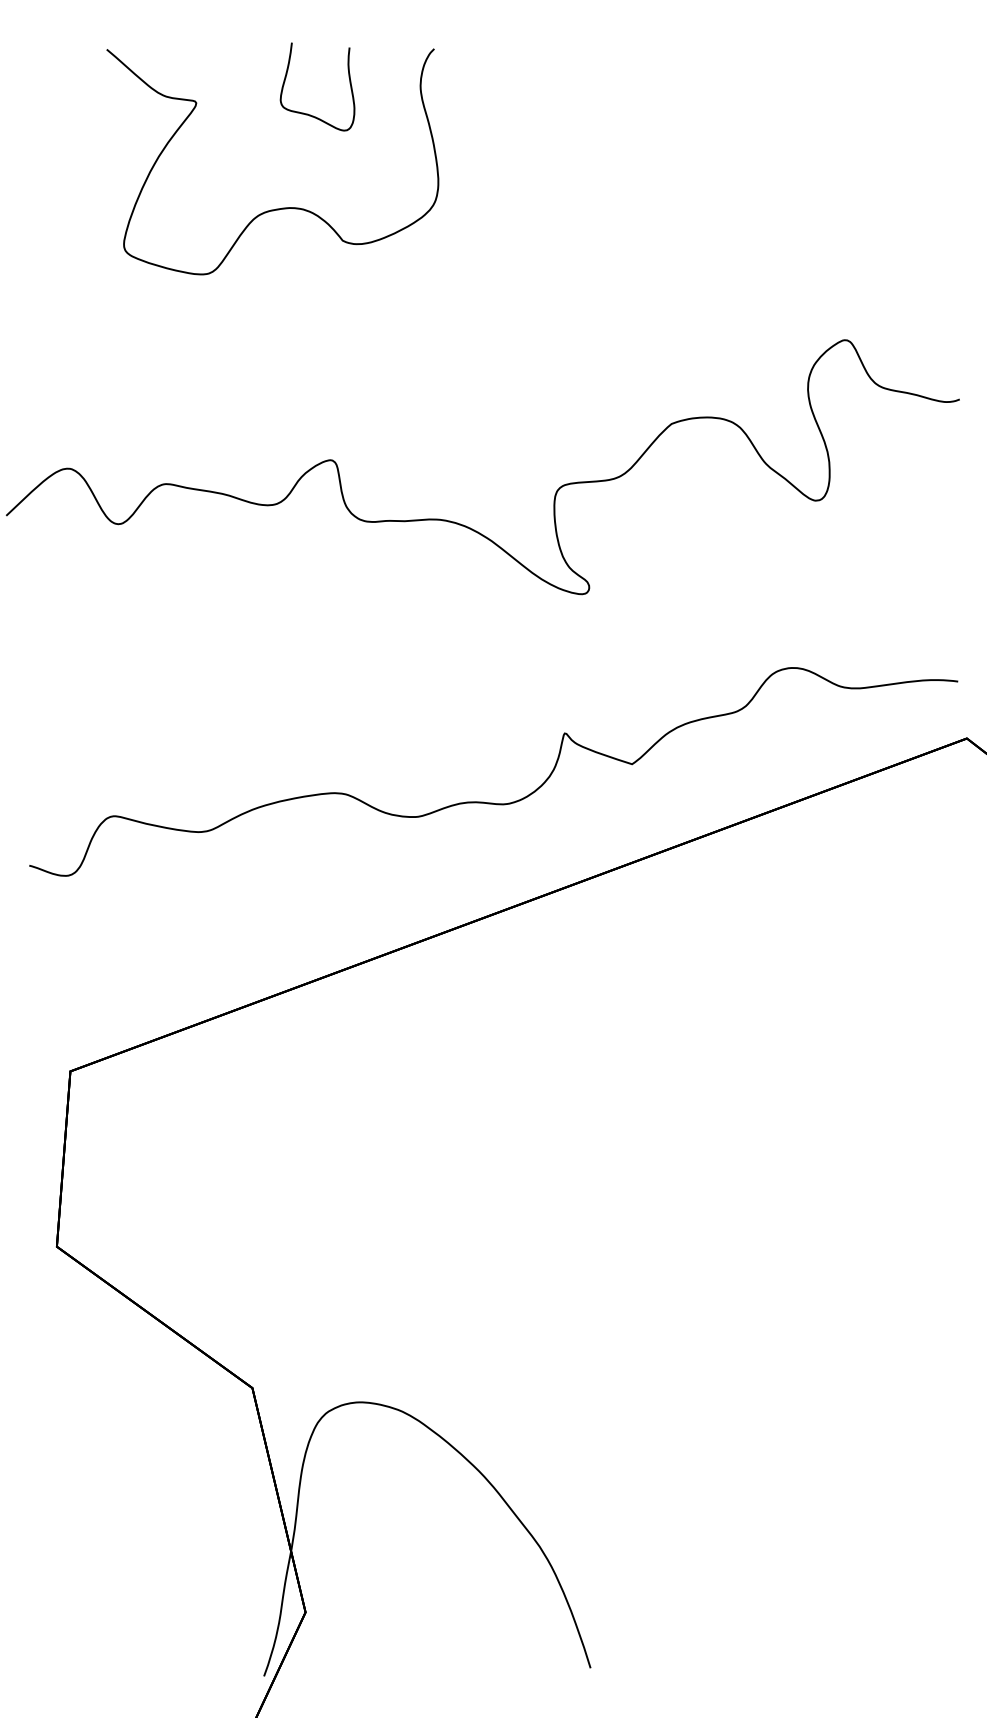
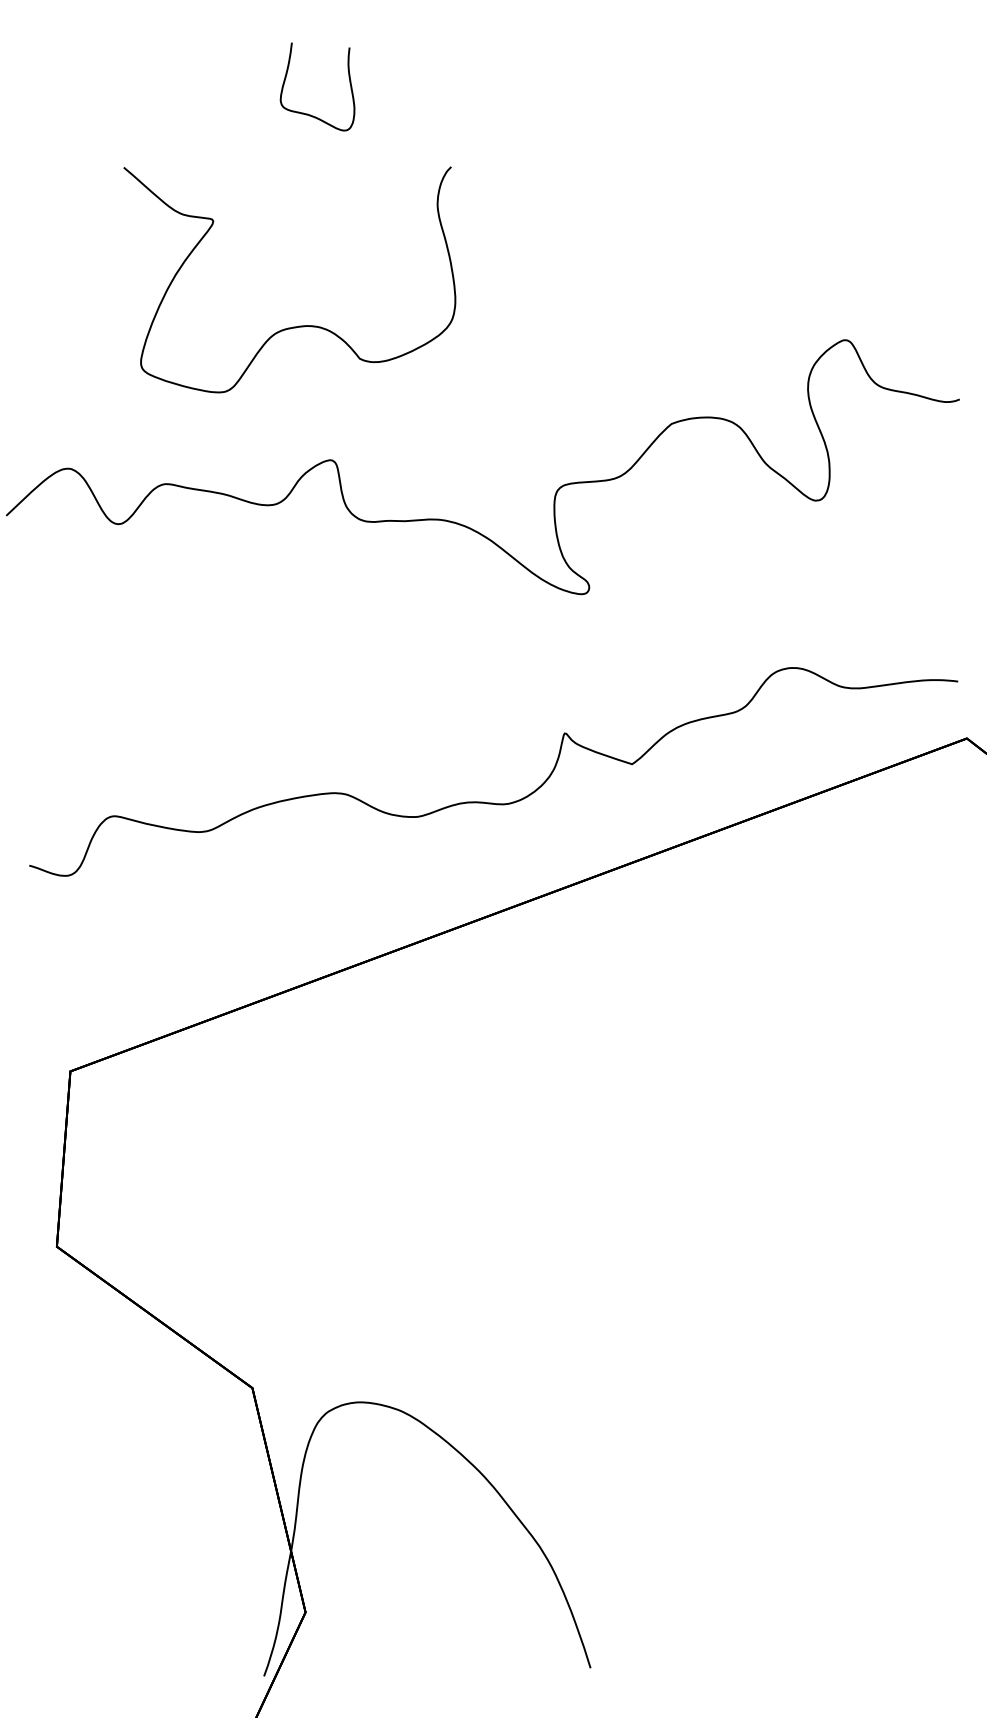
part at (282, 207) position: (282, 207) -> (299, 325)
